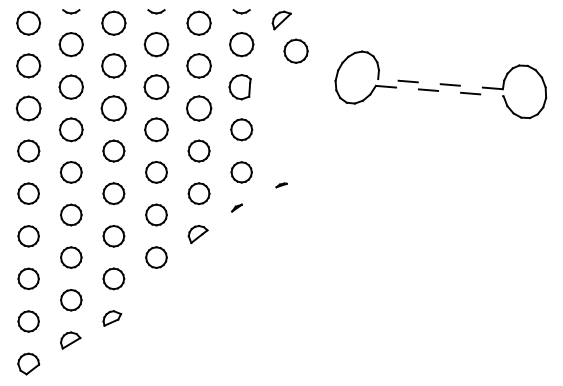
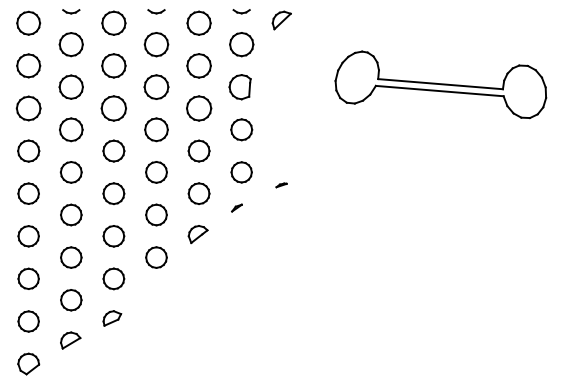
part at (295, 50): present -> none
line at (440, 84): dashed -> solid
line at (440, 91): dashed -> solid
